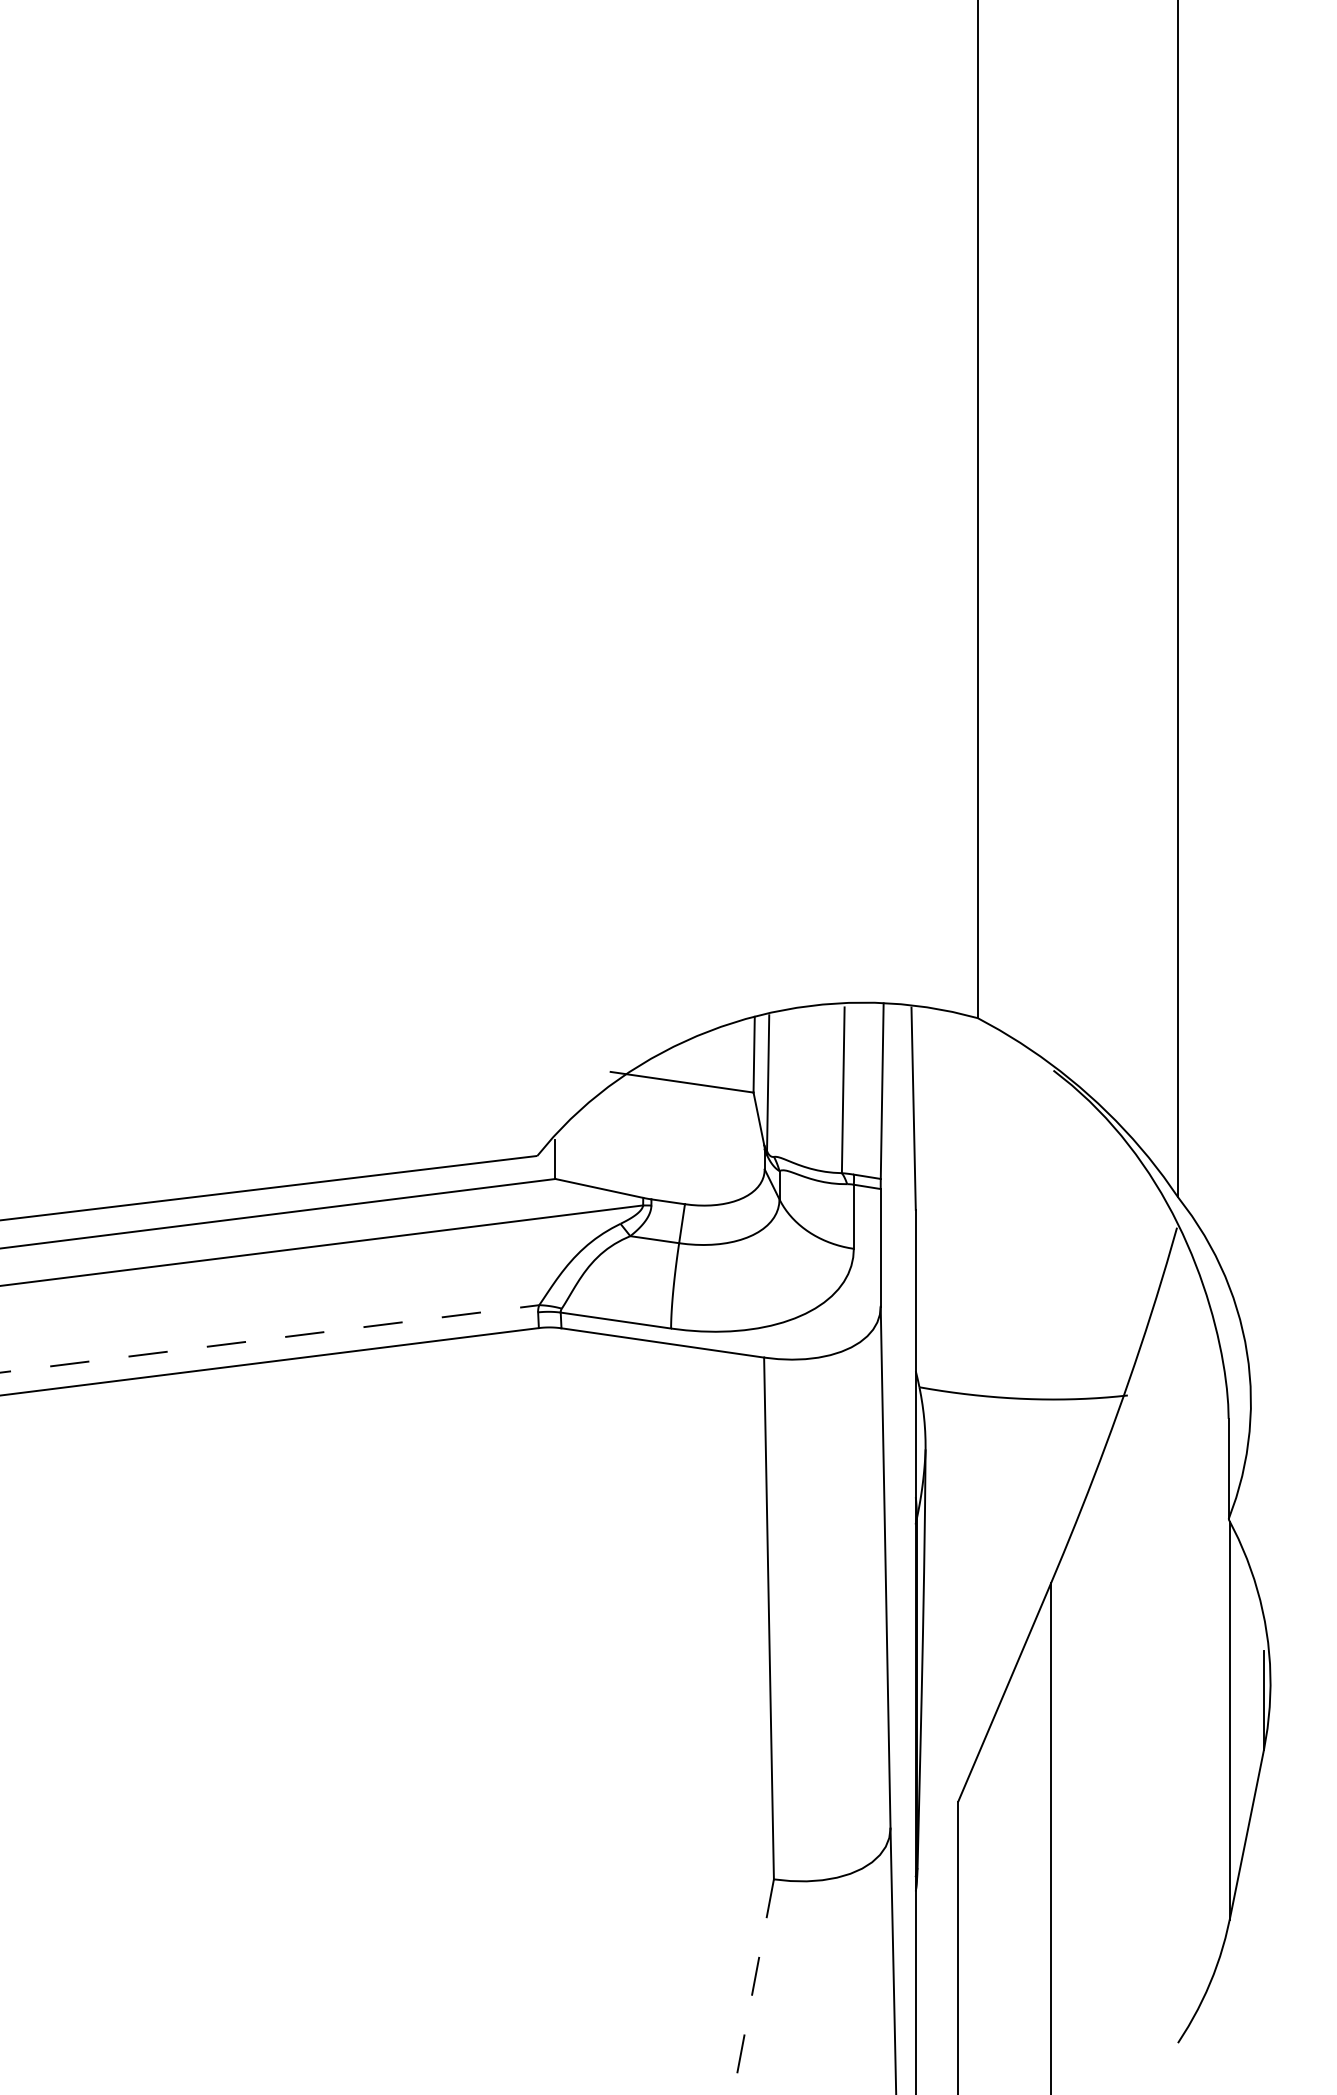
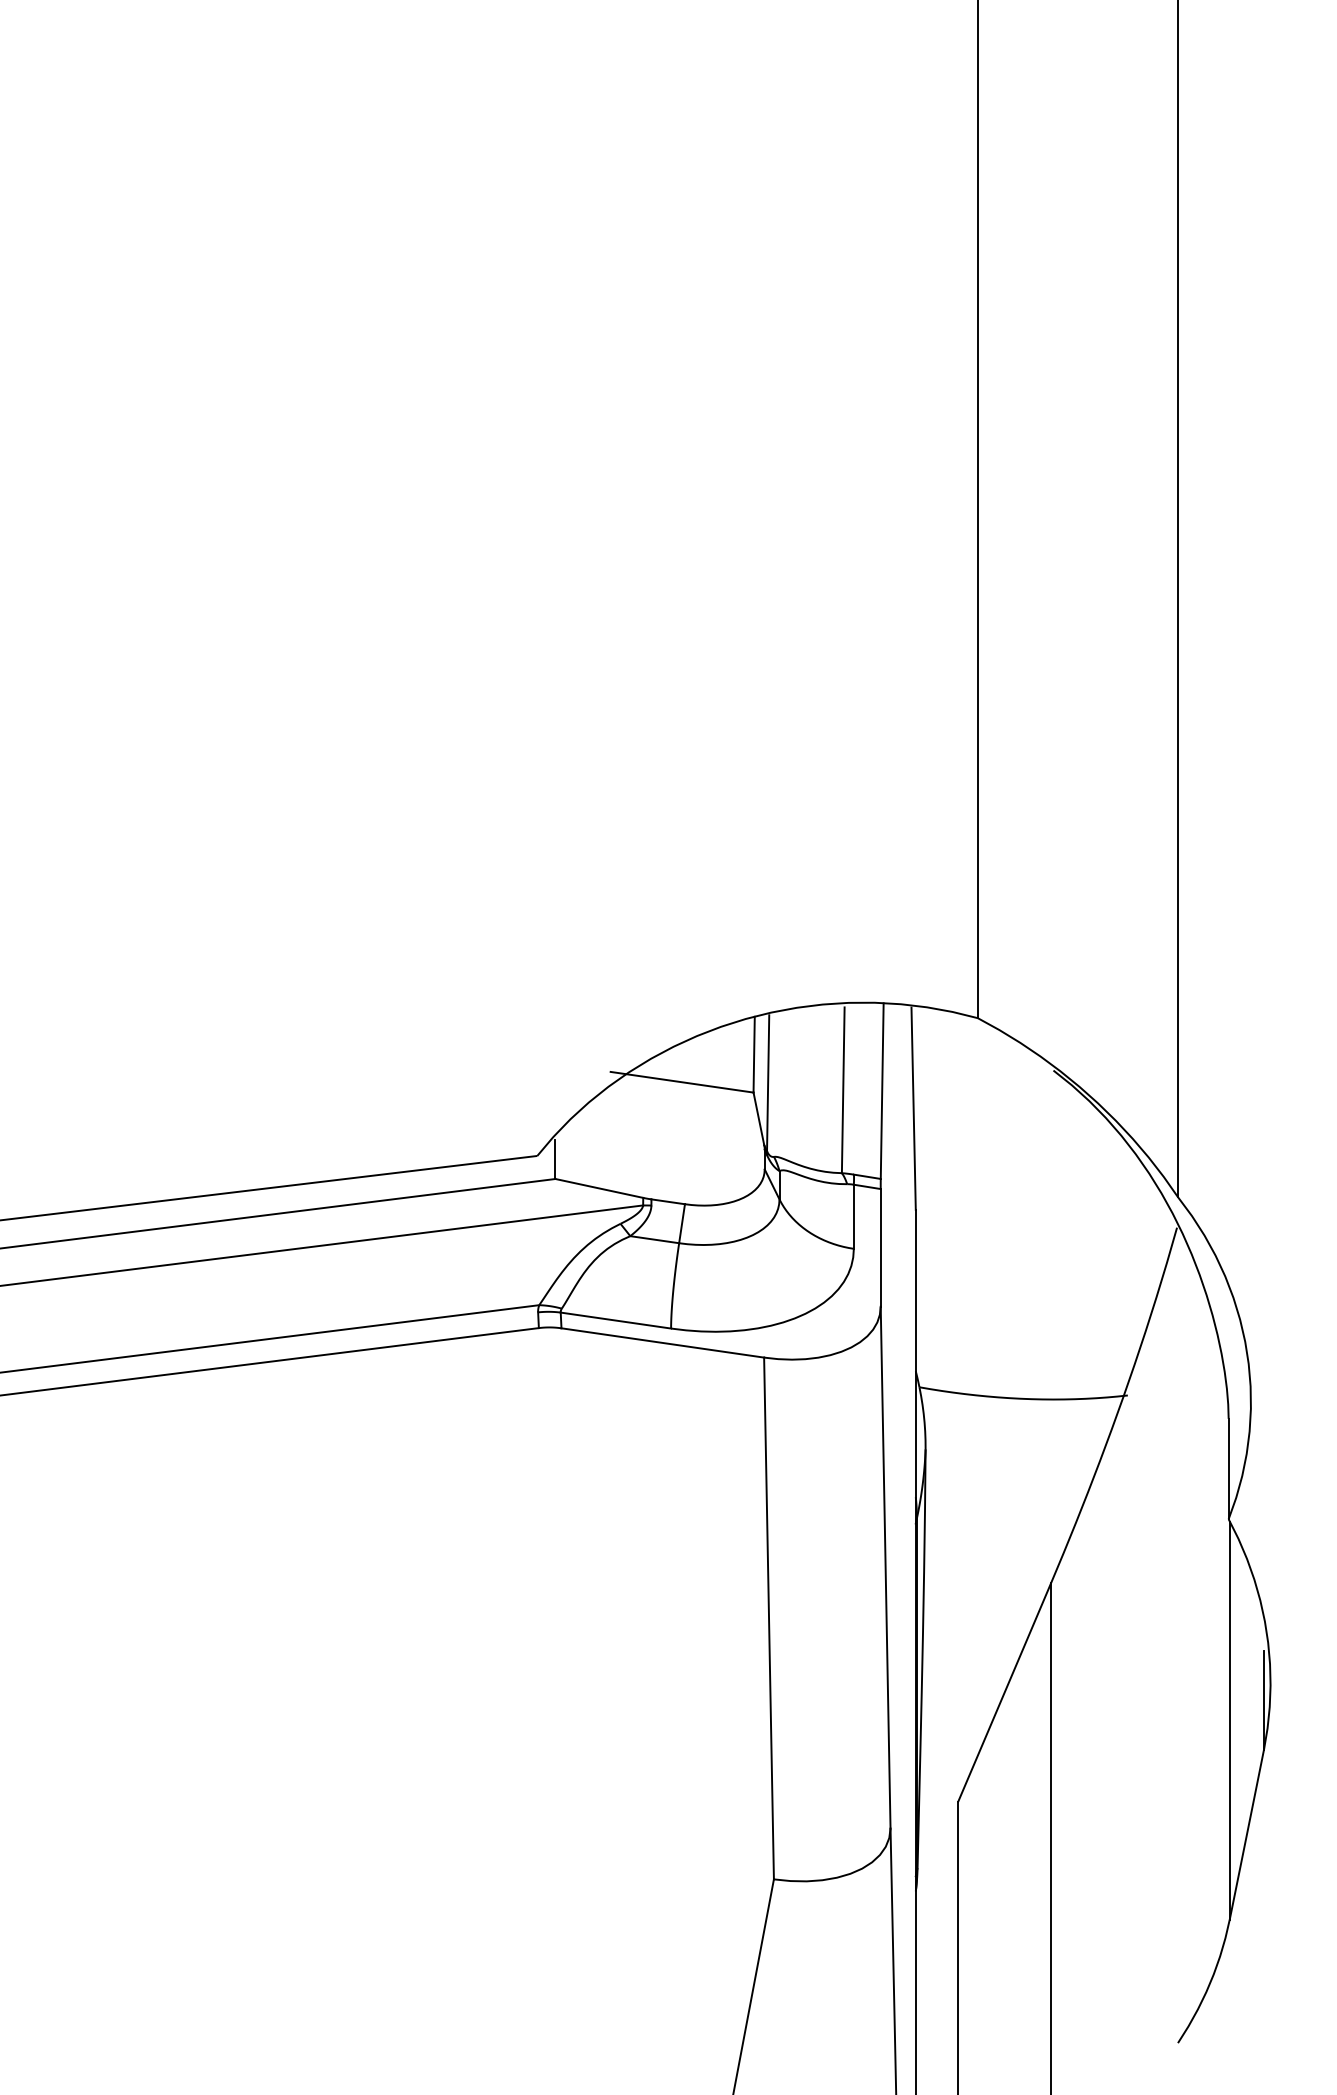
line at (270, 1338): dashed -> solid
line at (753, 1987): dashed -> solid
